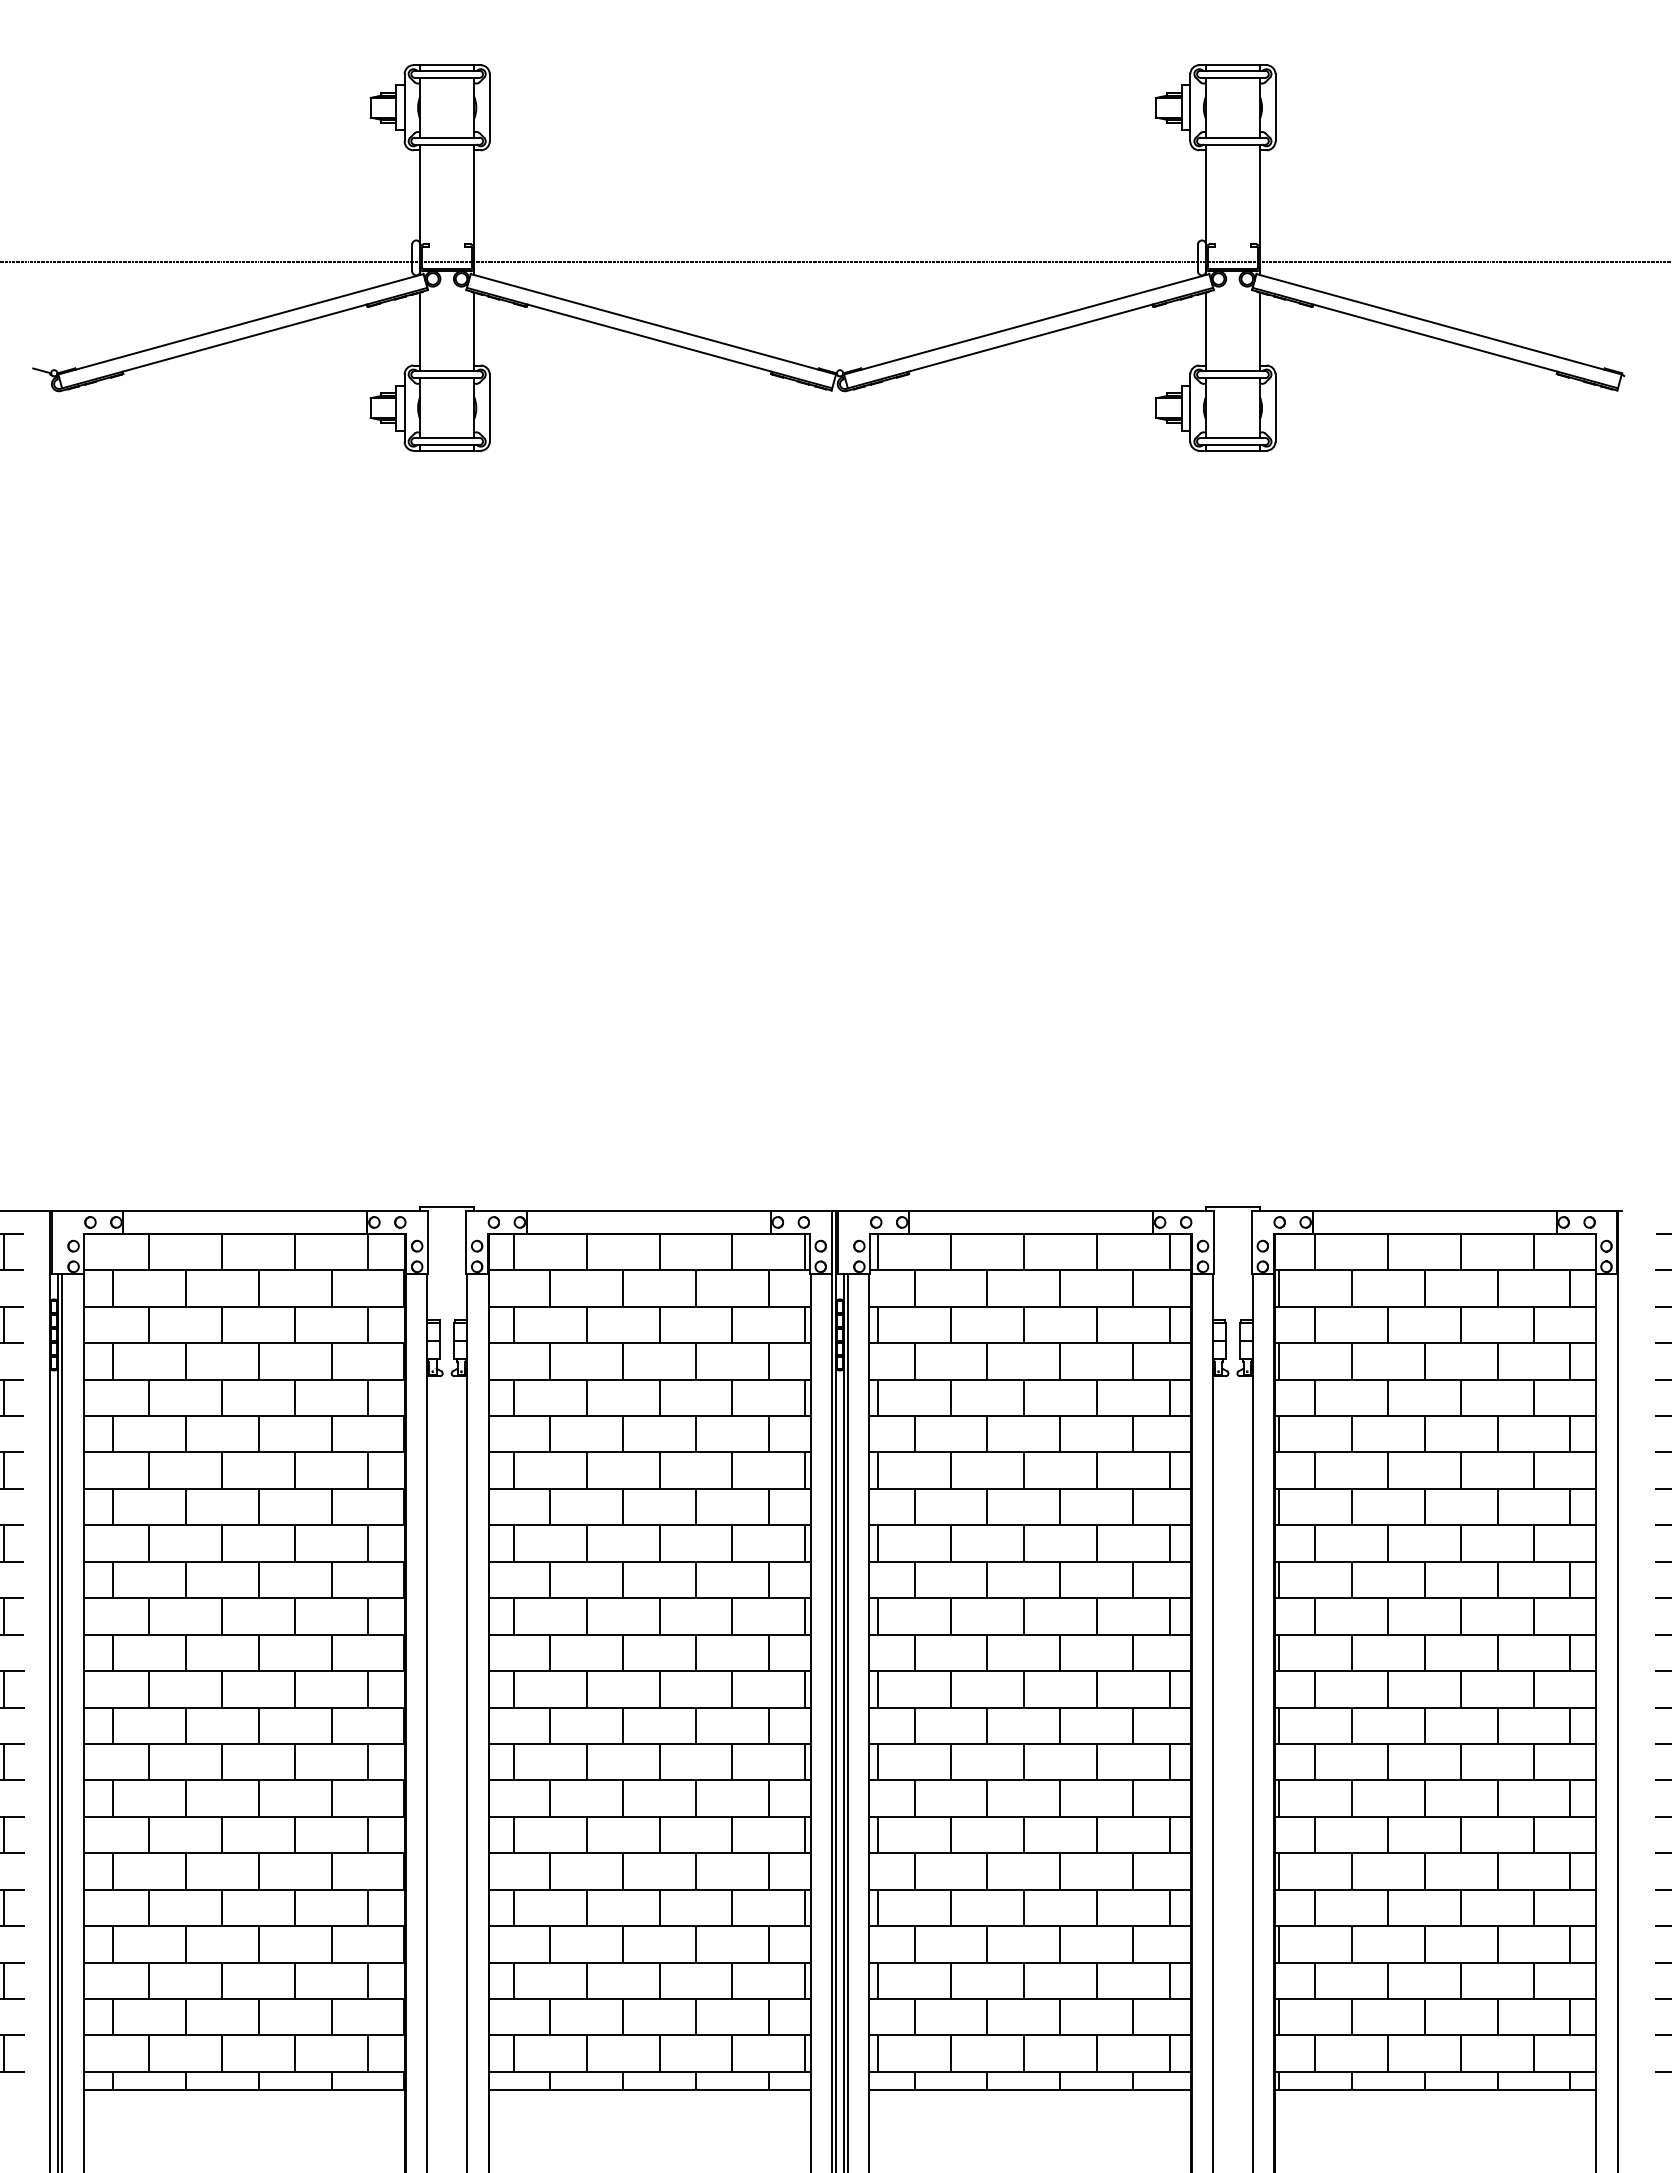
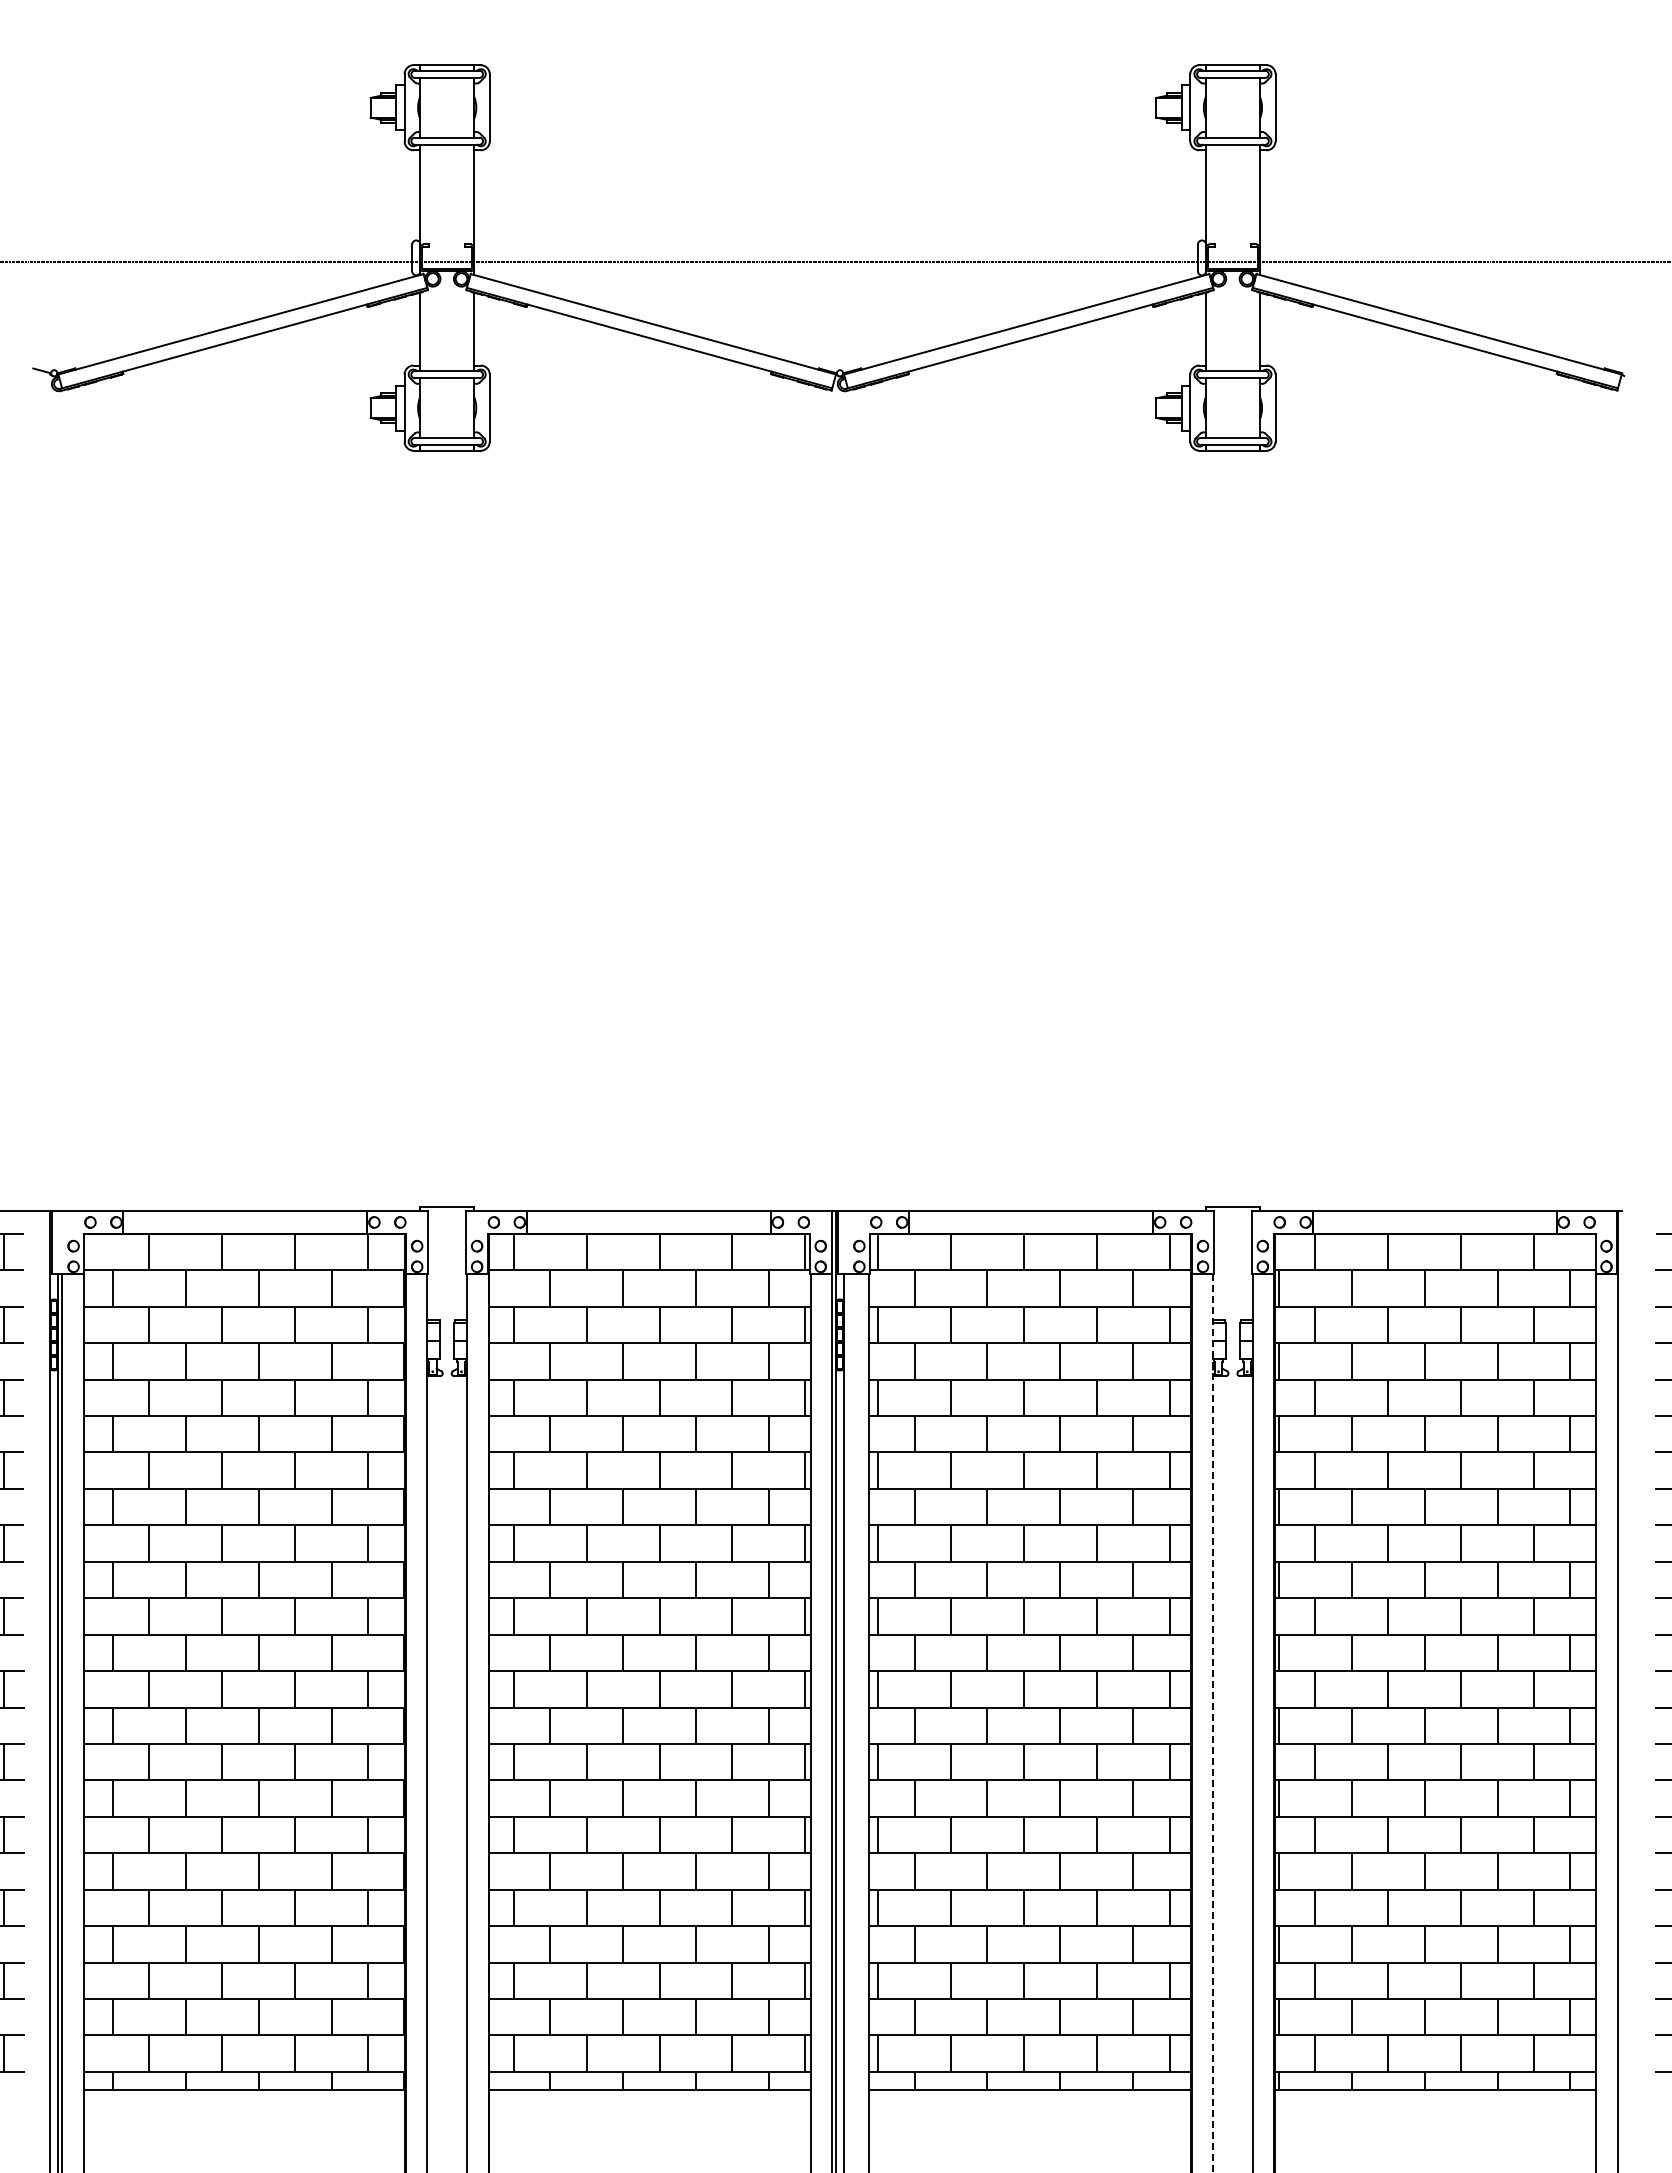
line at (847, 1721): present -> none
line at (1213, 1723): solid -> dashed
